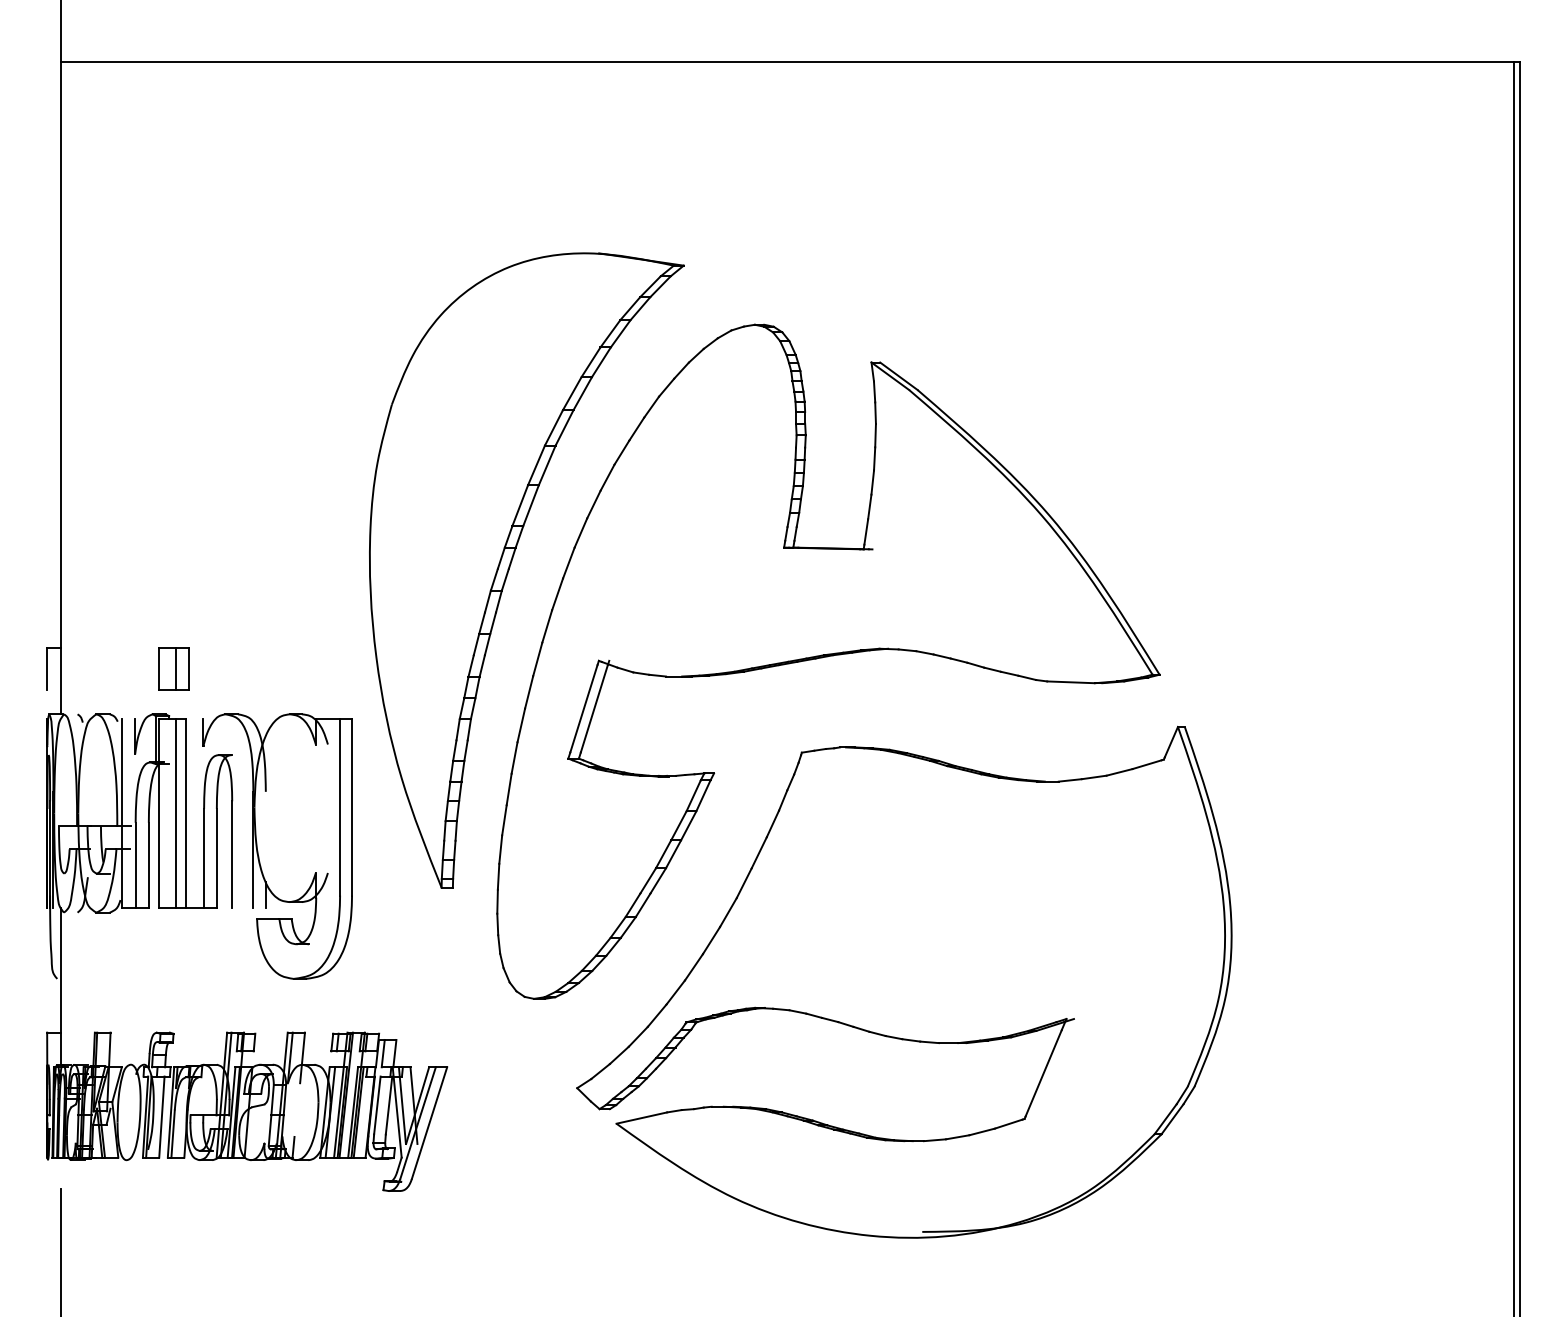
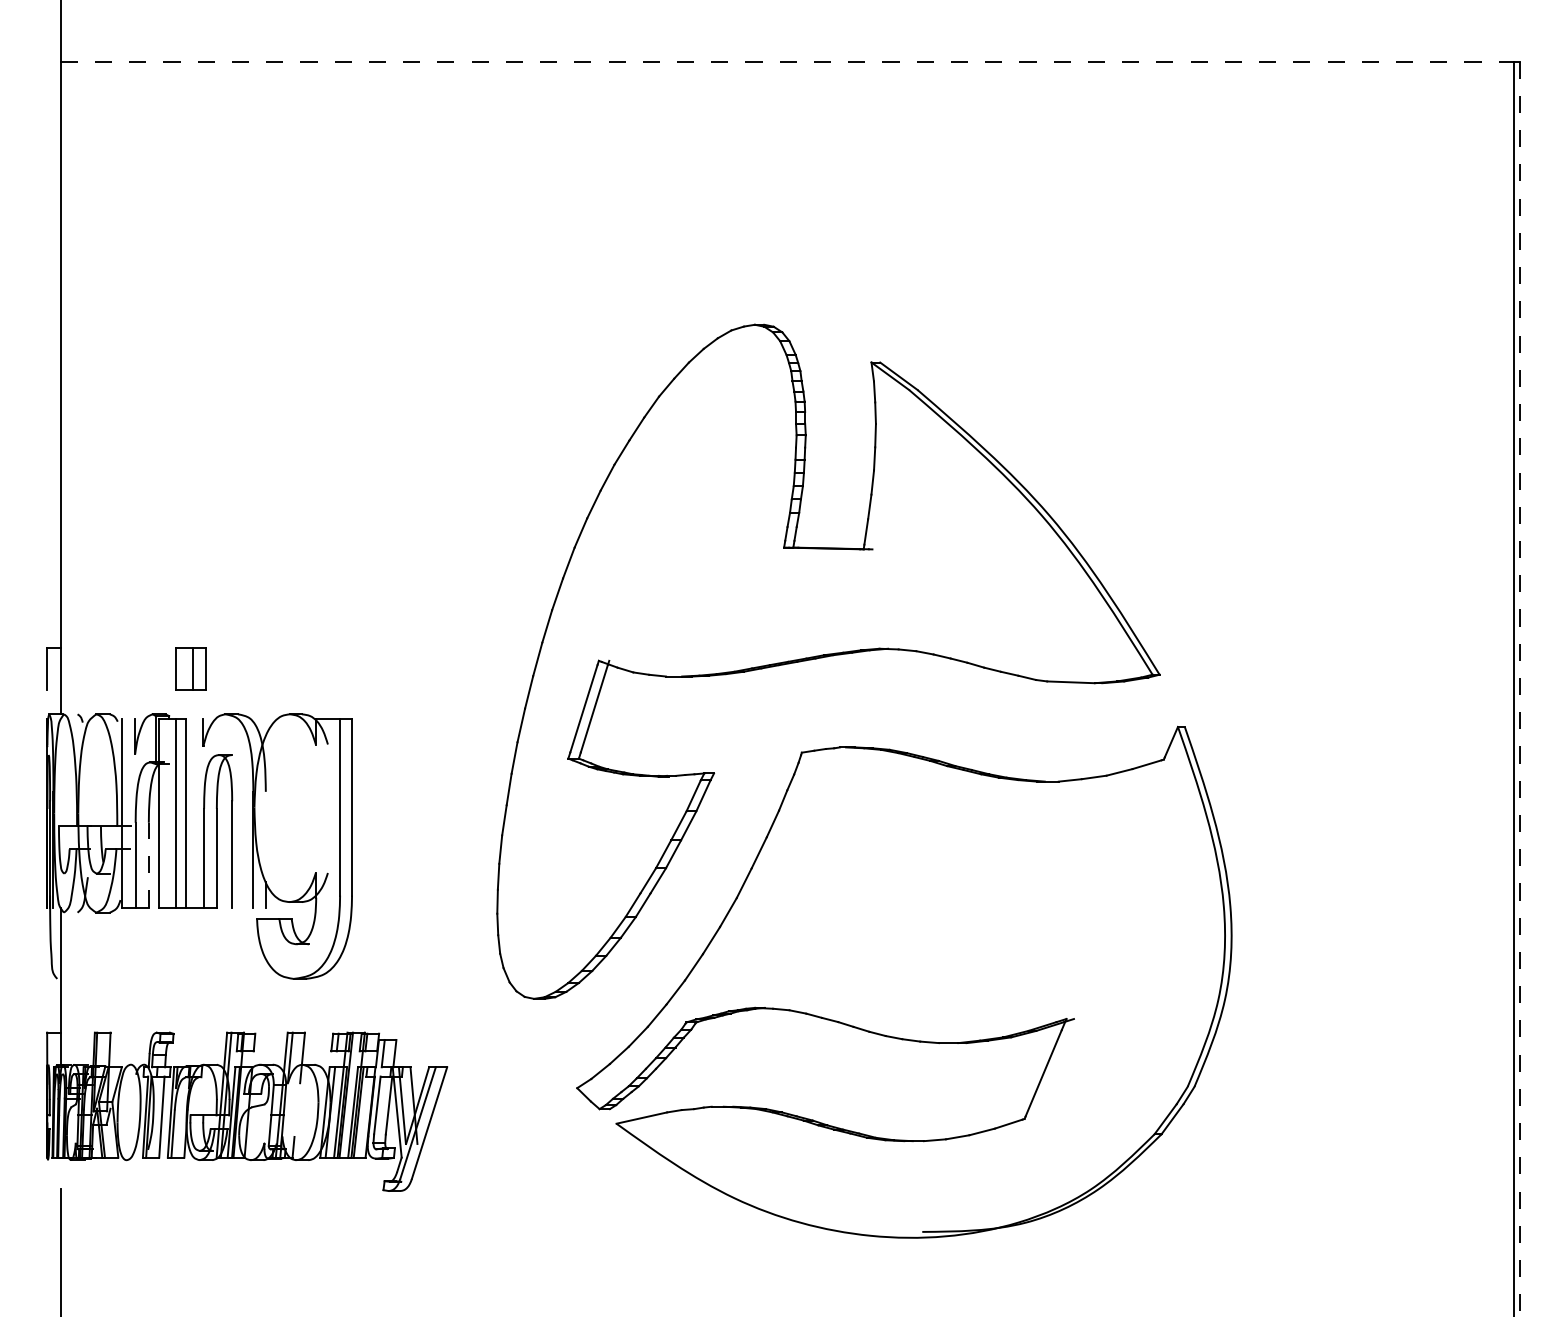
line at (787, 61): solid -> dashed
part at (511, 564): present -> none
part at (173, 668) position: (173, 668) -> (190, 668)
line at (1519, 689): solid -> dashed
line at (148, 864): solid -> dashed
